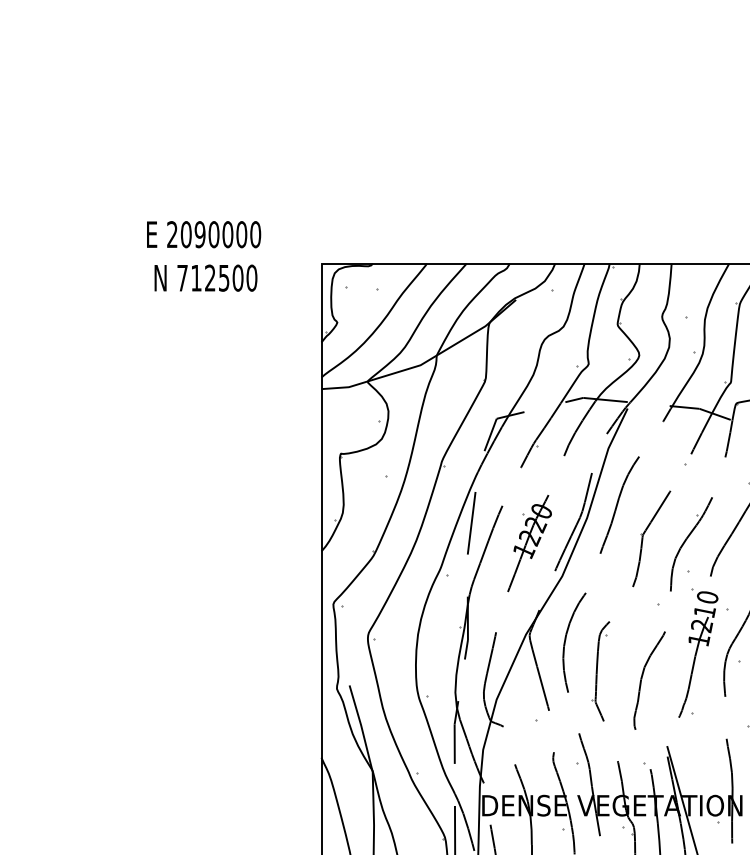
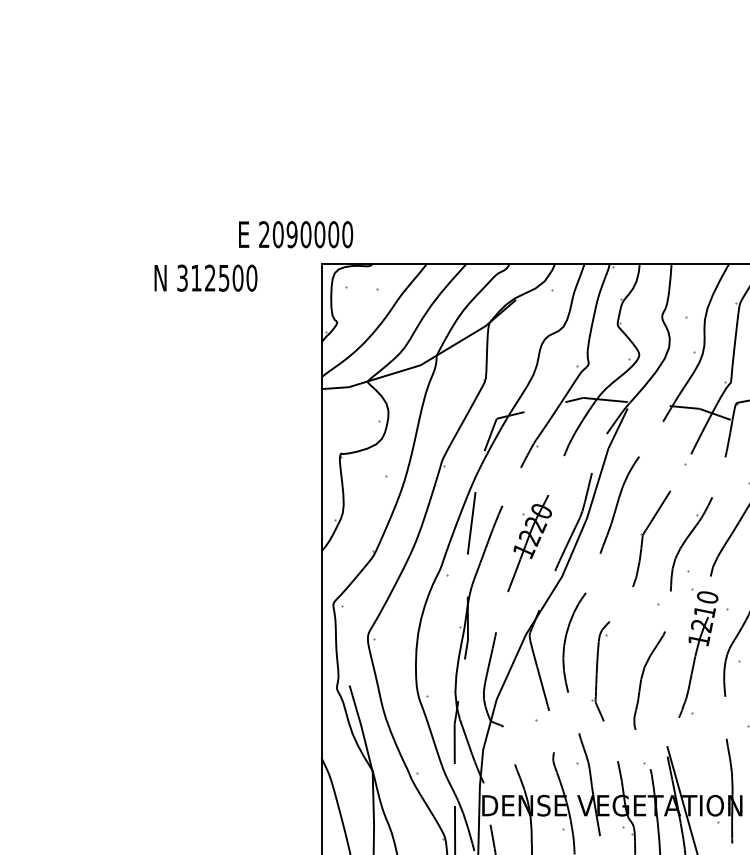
text at (204, 234) position: (204, 234) -> (296, 234)
text at (182, 277): 712500 -> 312500
